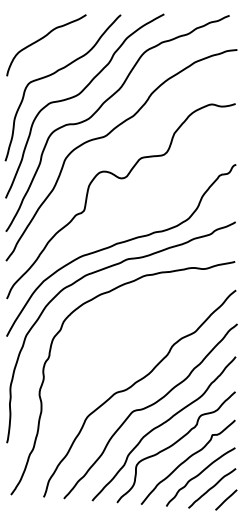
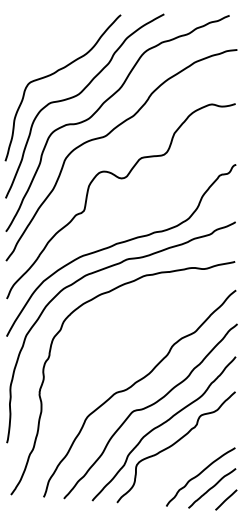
curve at (42, 39): present -> none
curve at (187, 460): present -> none
